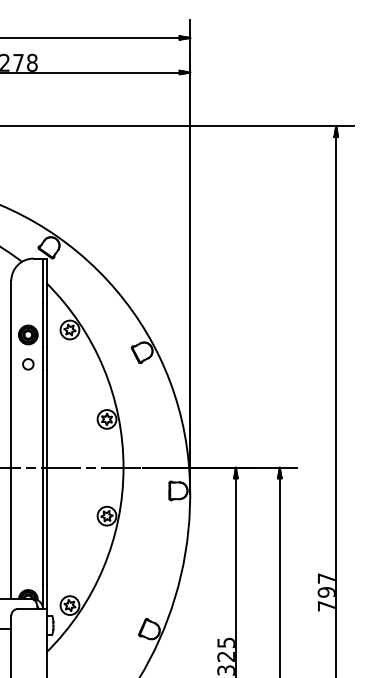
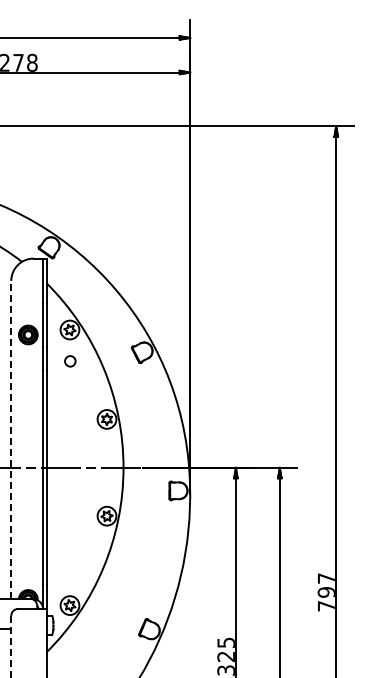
circle at (28, 364) position: (28, 364) -> (70, 361)
line at (11, 439): solid -> dashed
line at (11, 646): solid -> dashed
